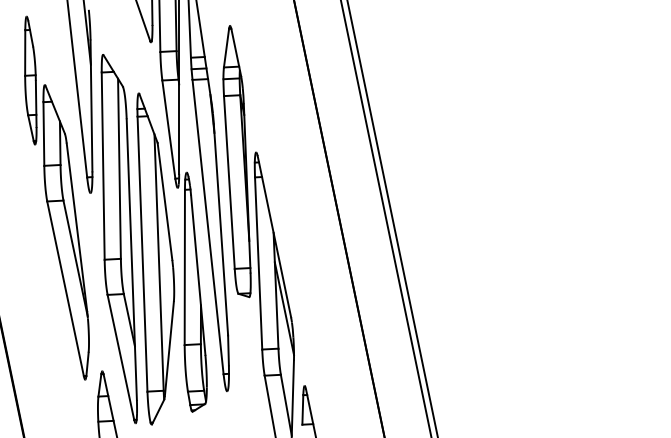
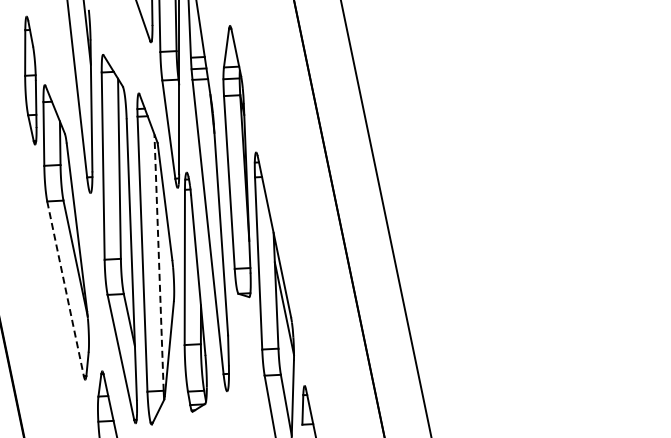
line at (392, 218): present -> none
line at (159, 262): solid -> dashed
line at (65, 289): solid -> dashed
